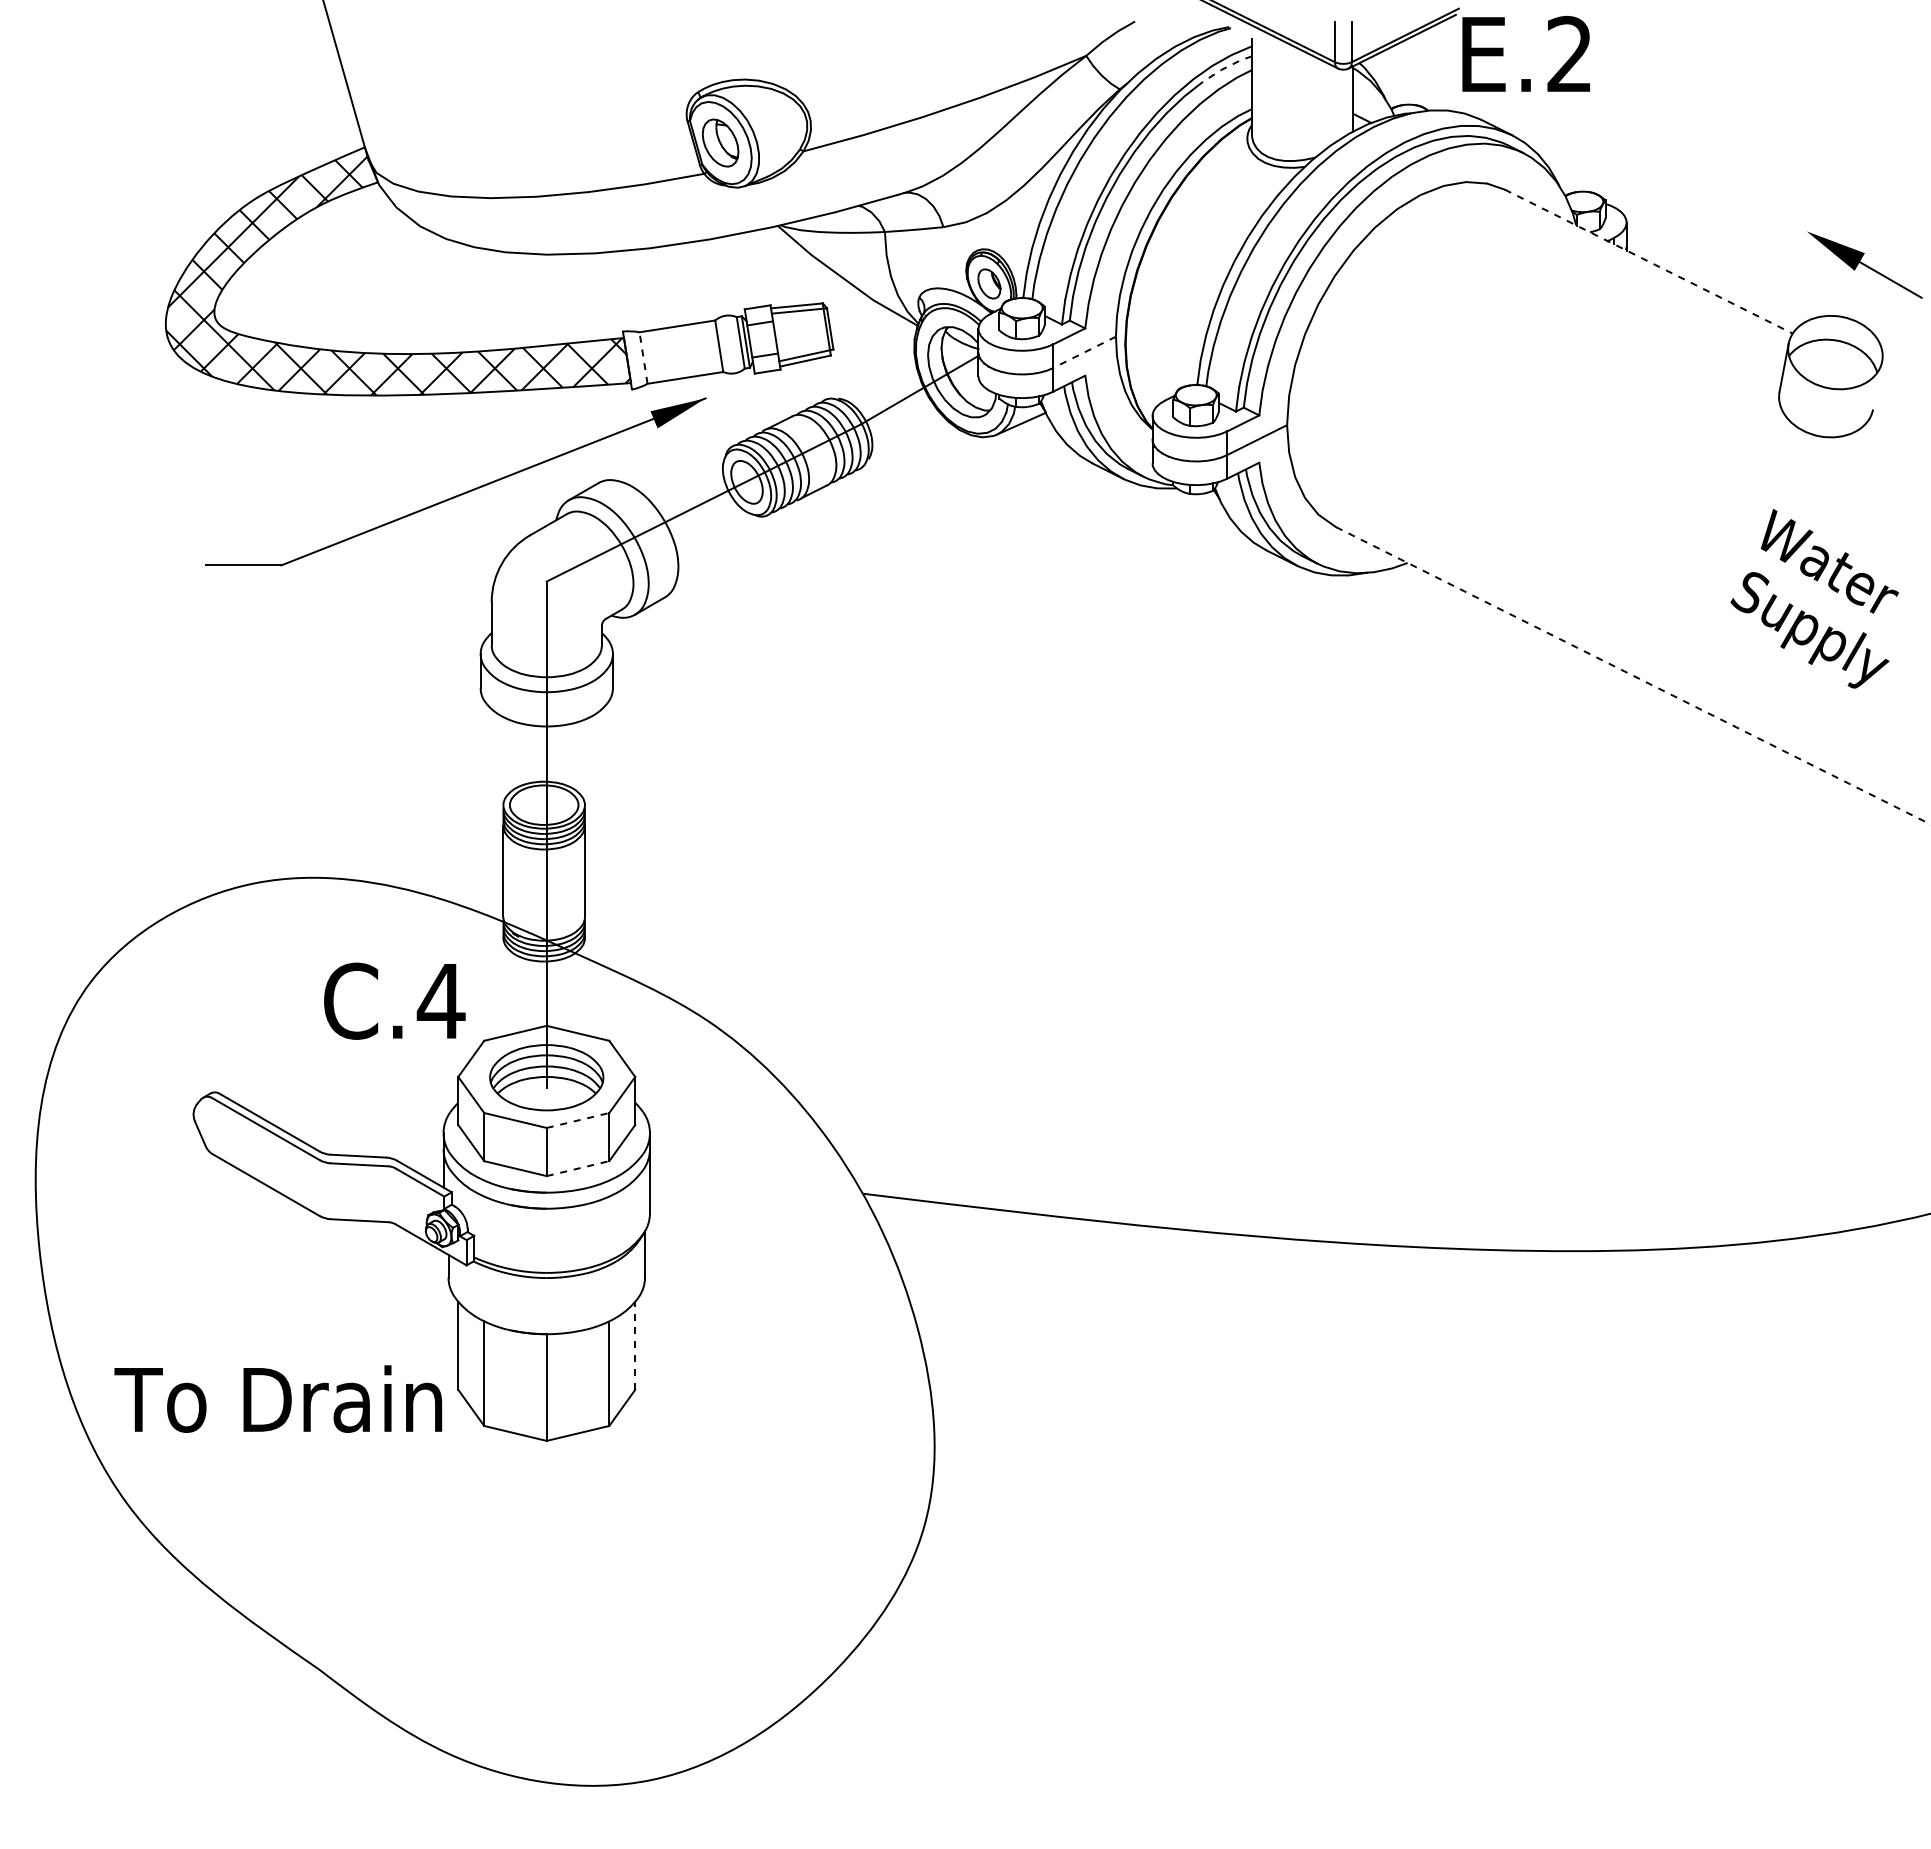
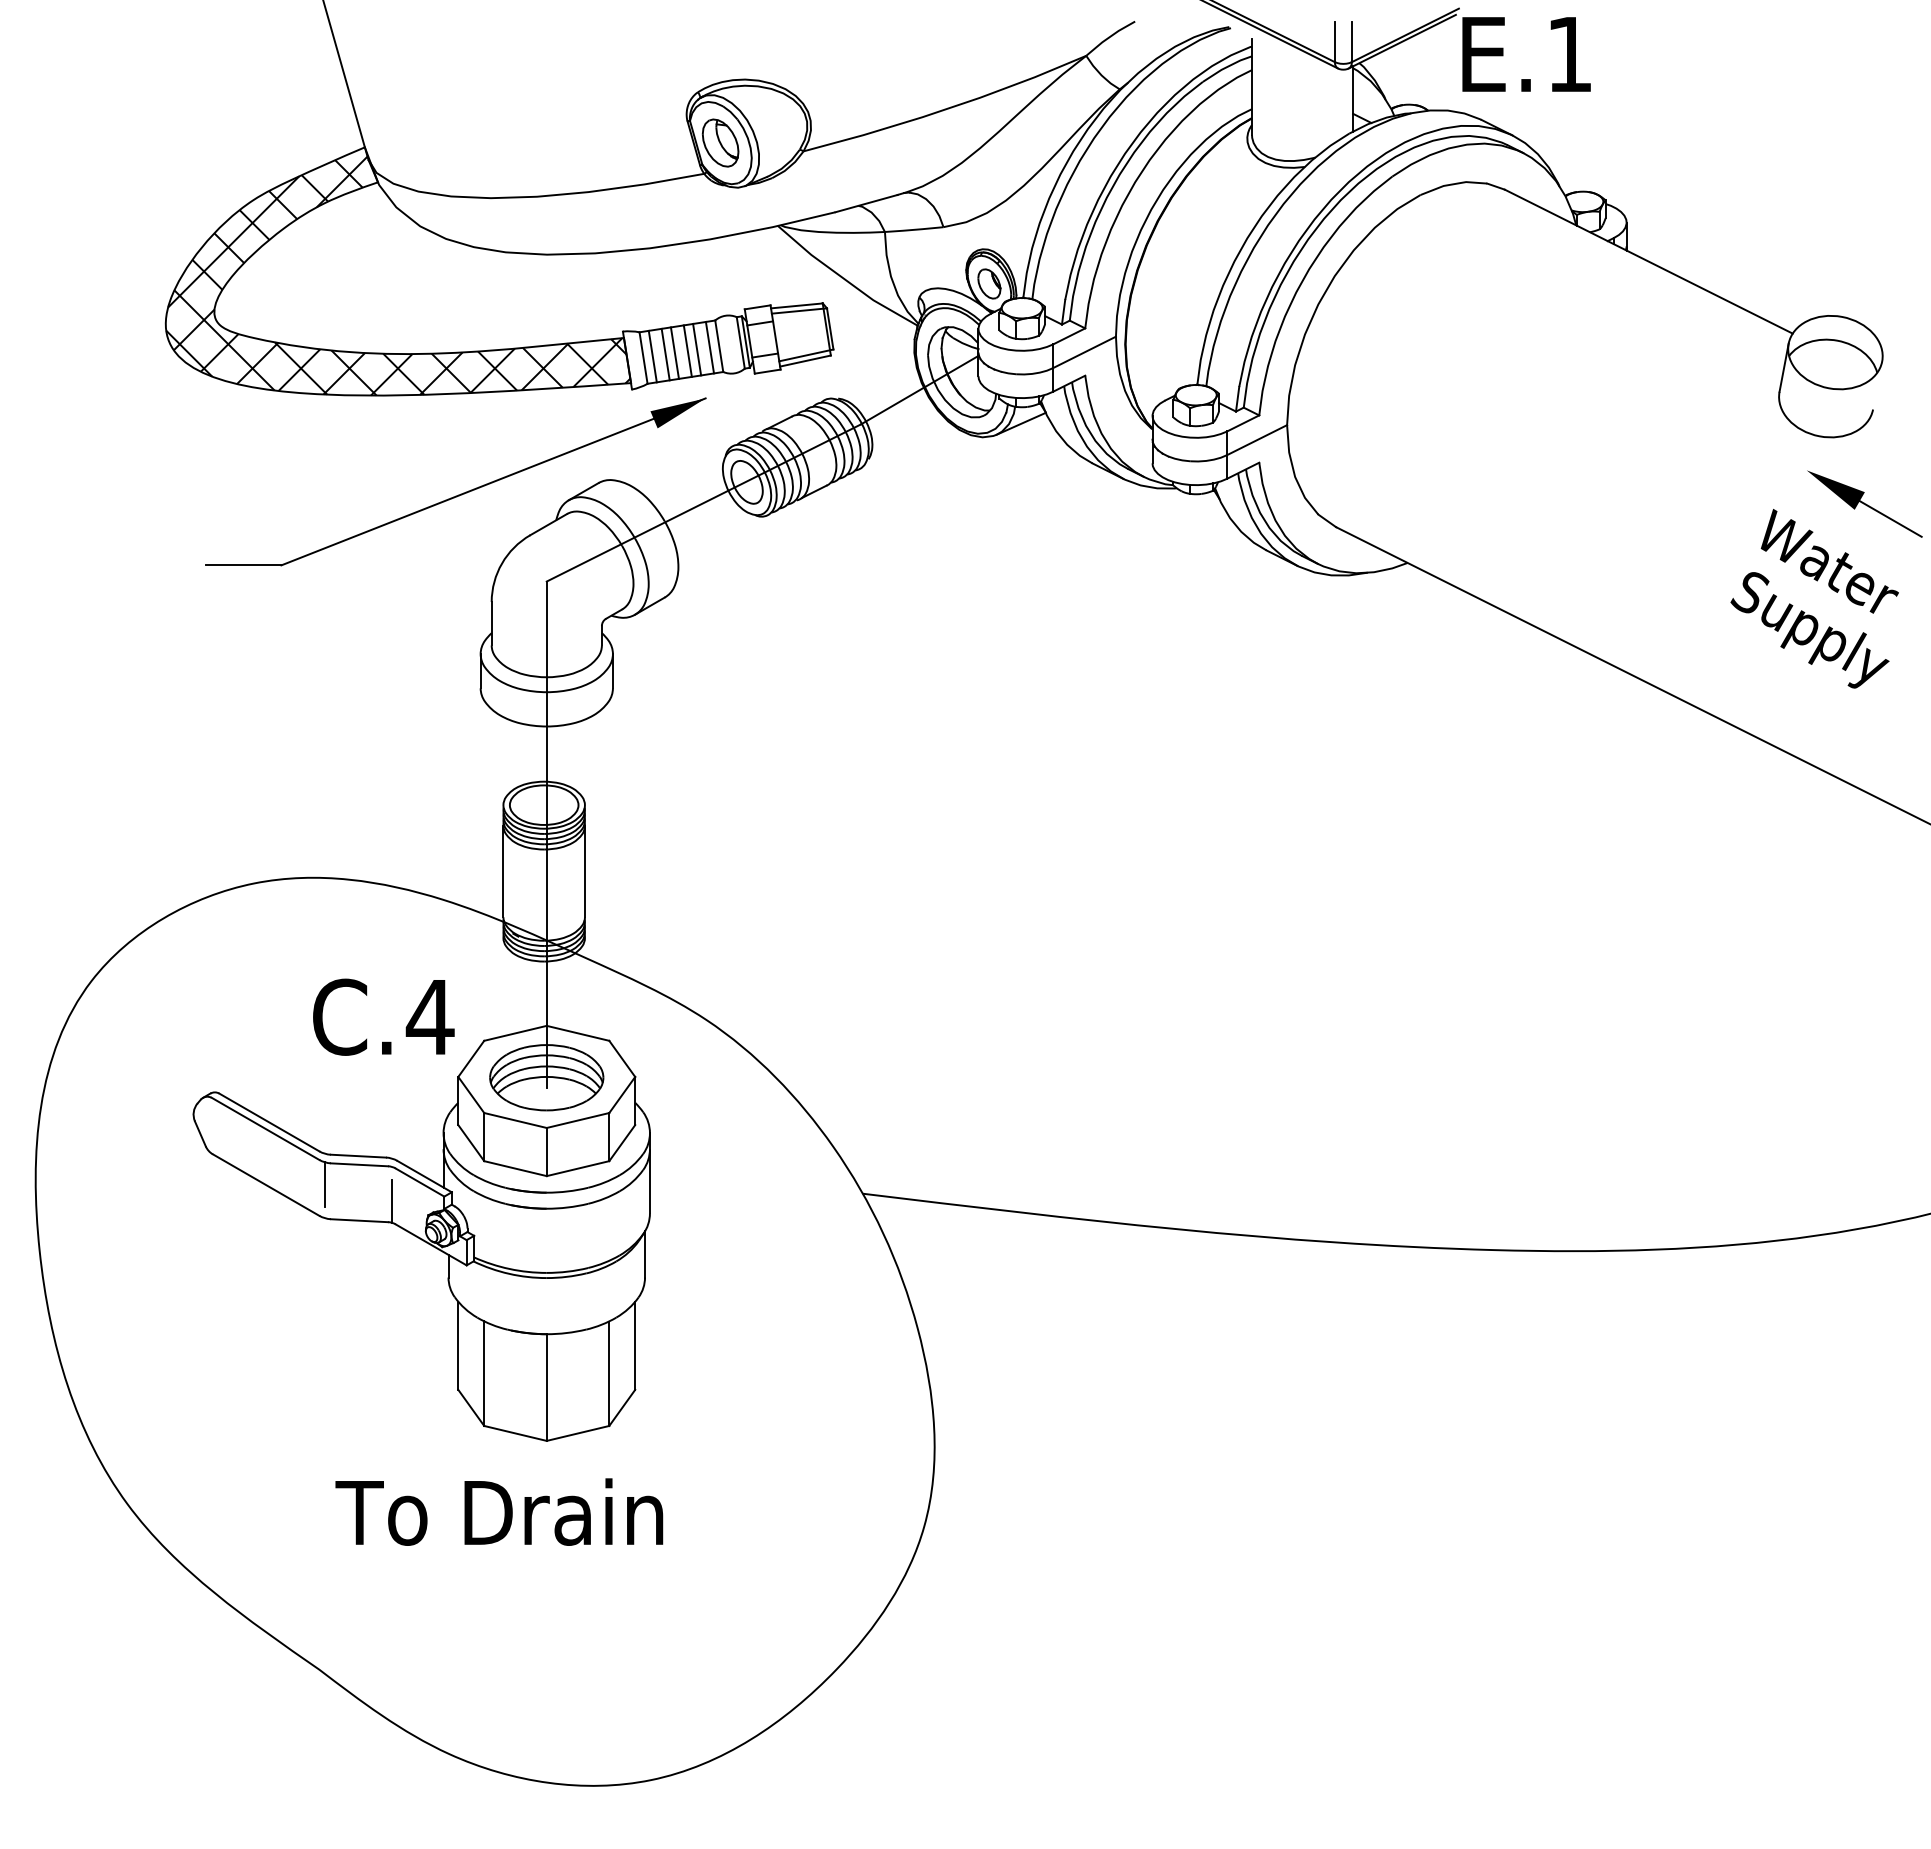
text at (1568, 53): E.2 -> E.1
line at (1226, 67): dashed -> solid
line at (1648, 261): dashed -> solid
part at (1864, 264) position: (1864, 264) -> (1864, 503)
line at (709, 347): none -> present
line at (697, 349): none -> present
line at (687, 350): none -> present
line at (674, 352): none -> present
line at (1084, 352): dashed -> solid
line at (665, 354): none -> present
line at (652, 356): none -> present
line at (643, 357): dashed -> solid
line at (1633, 676): dashed -> solid
text at (394, 1000) position: (394, 1000) -> (383, 1016)
line at (578, 1120): dashed -> solid
line at (578, 1168): dashed -> solid
line at (324, 1184): none -> present
line at (392, 1200): none -> present
line at (635, 1345): dashed -> solid
text at (278, 1398) position: (278, 1398) -> (499, 1511)
